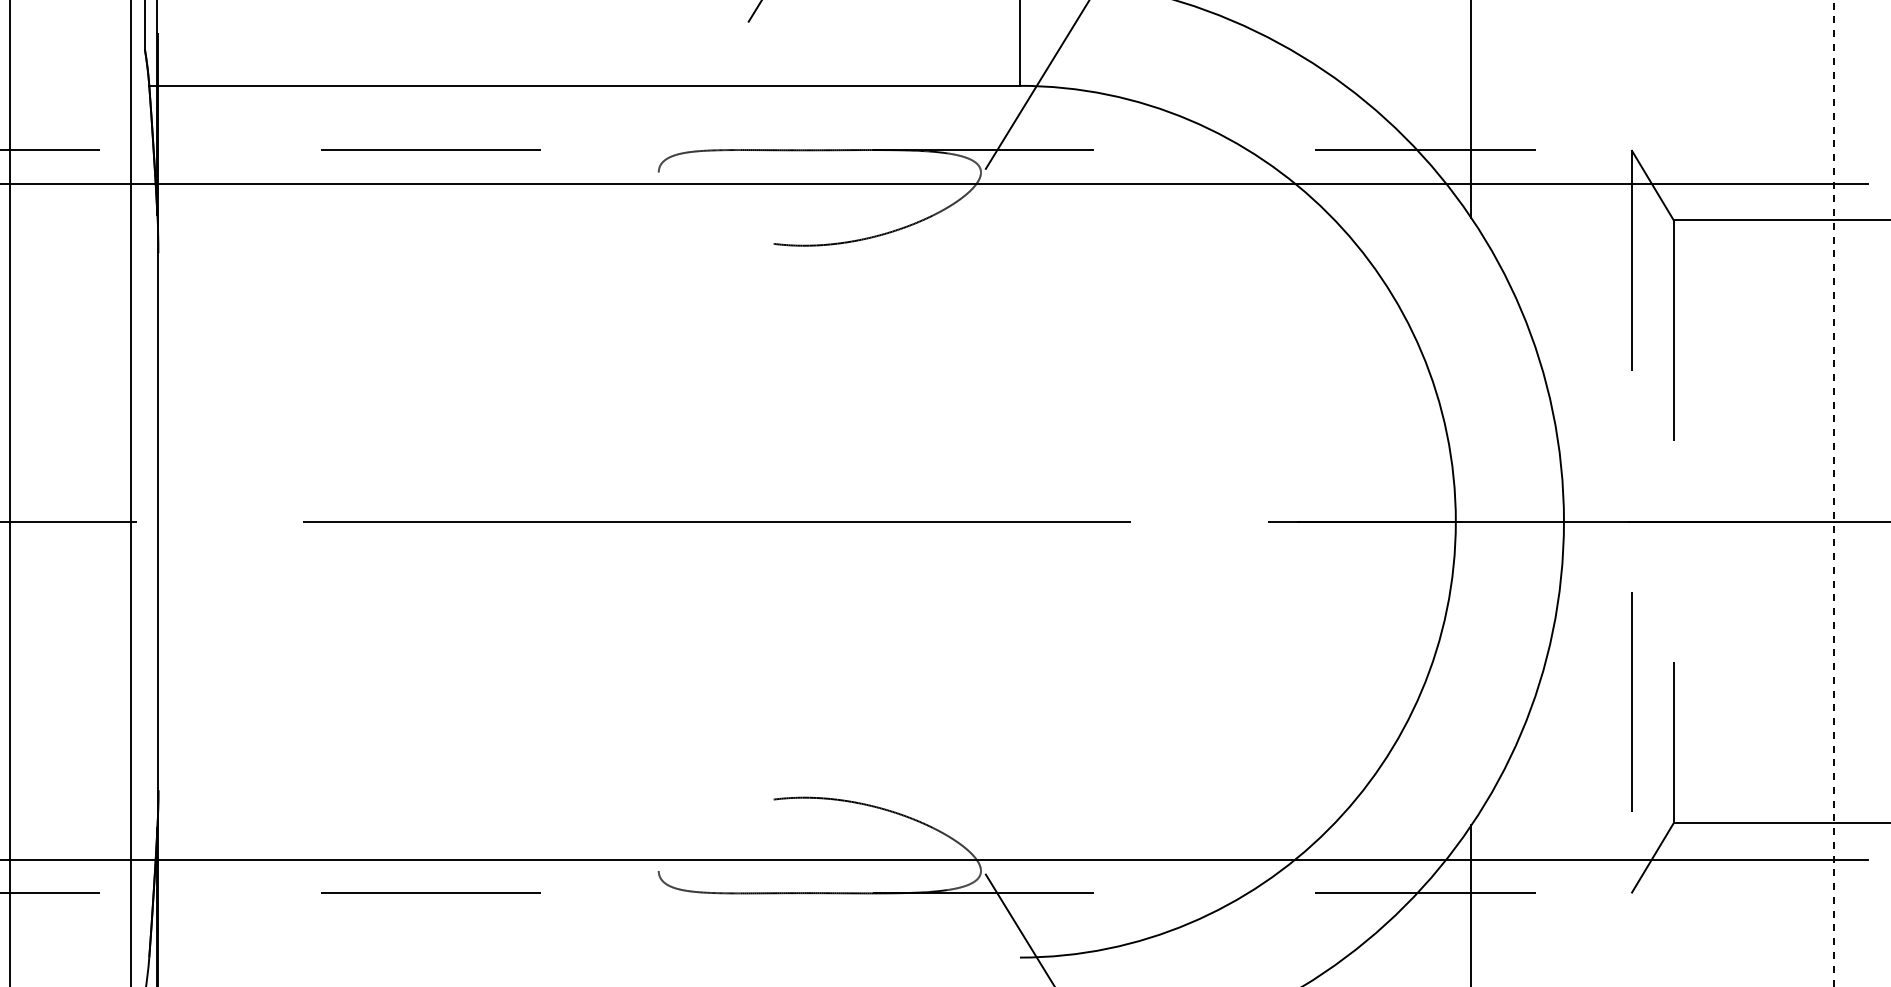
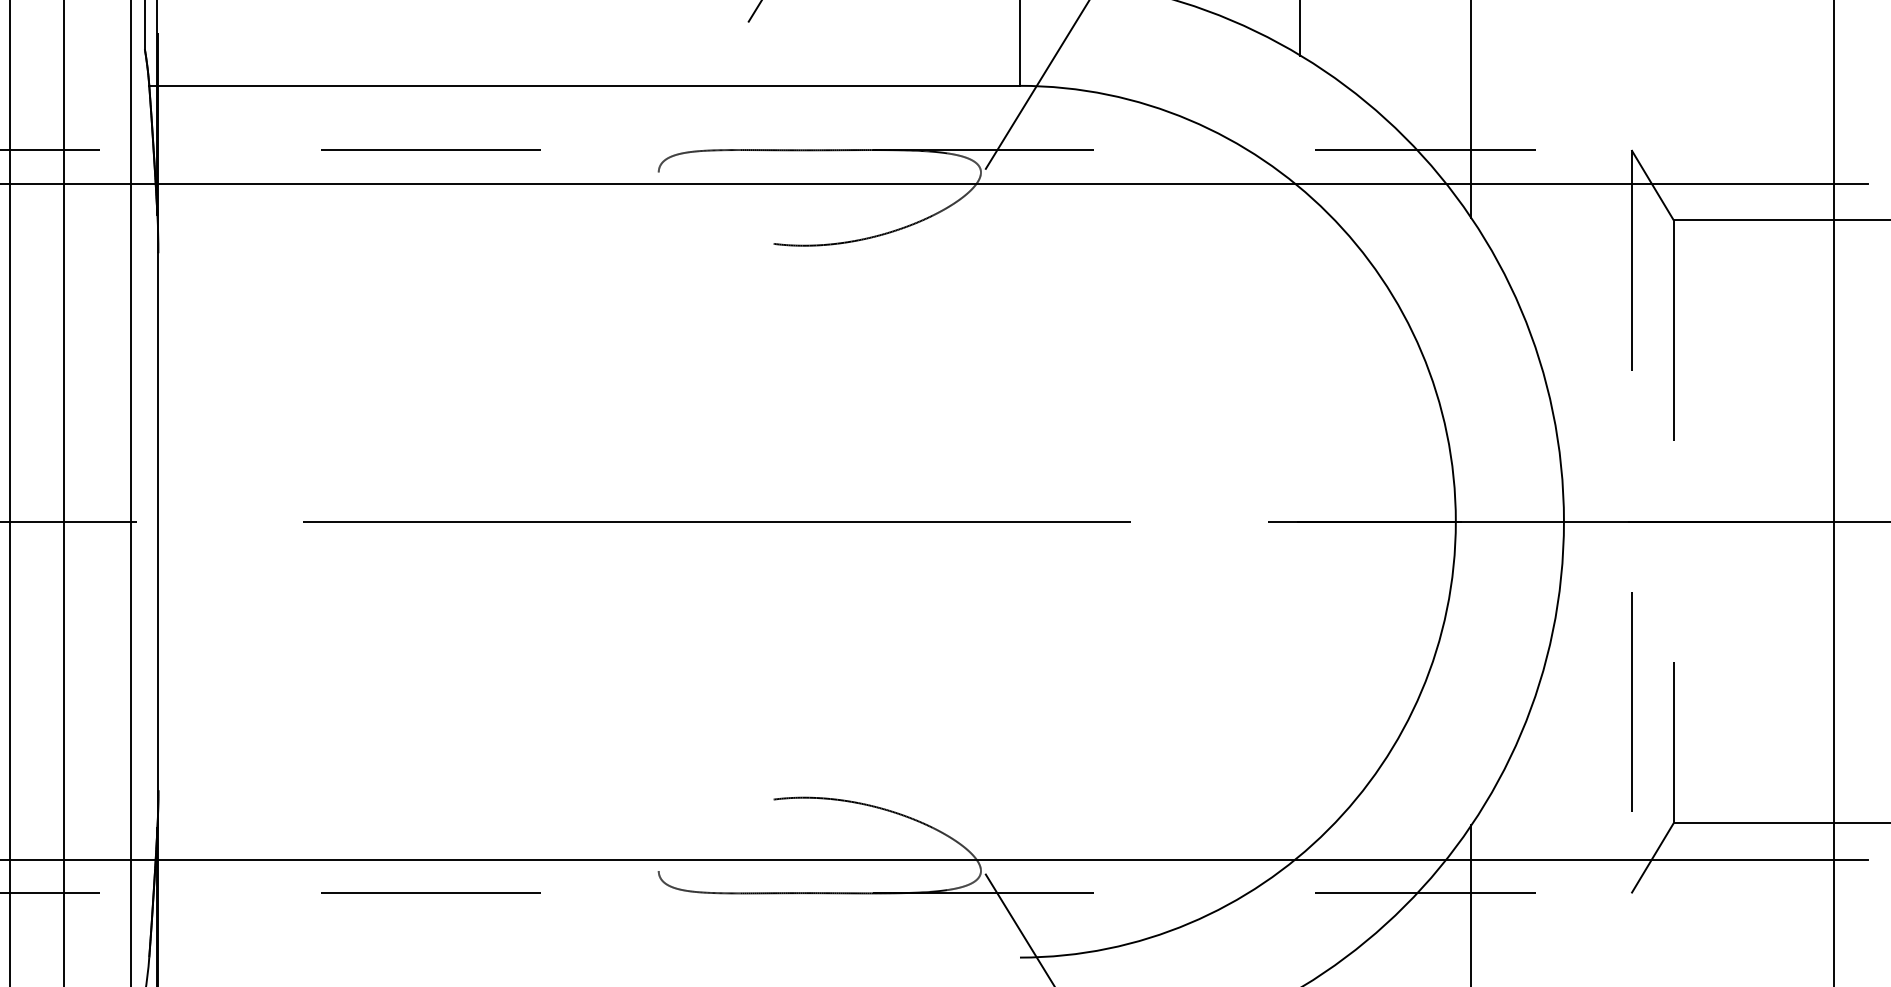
line at (1300, 28): none -> present
line at (63, 492): none -> present
line at (1834, 493): dashed -> solid
